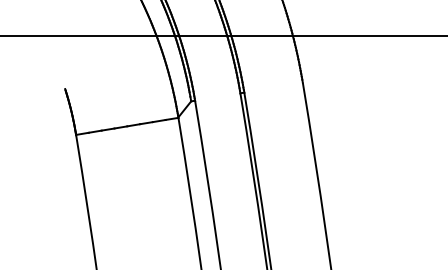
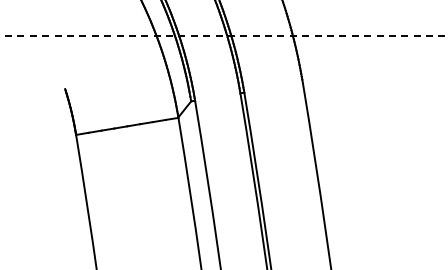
line at (224, 36): solid -> dashed
